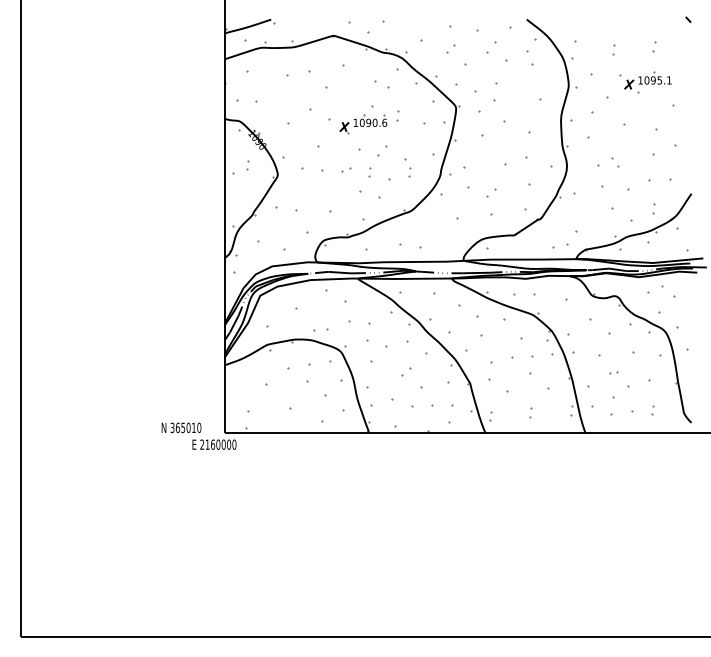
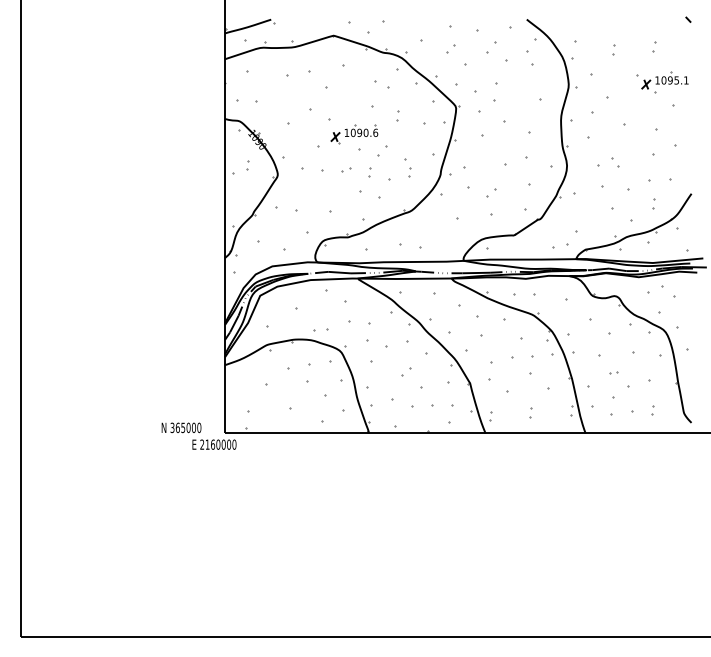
part at (645, 82) position: (645, 82) -> (662, 82)
part at (363, 124) position: (363, 124) -> (354, 134)
part at (653, 208) position: (653, 208) -> (653, 203)
text at (193, 427): 365010 -> 365000
